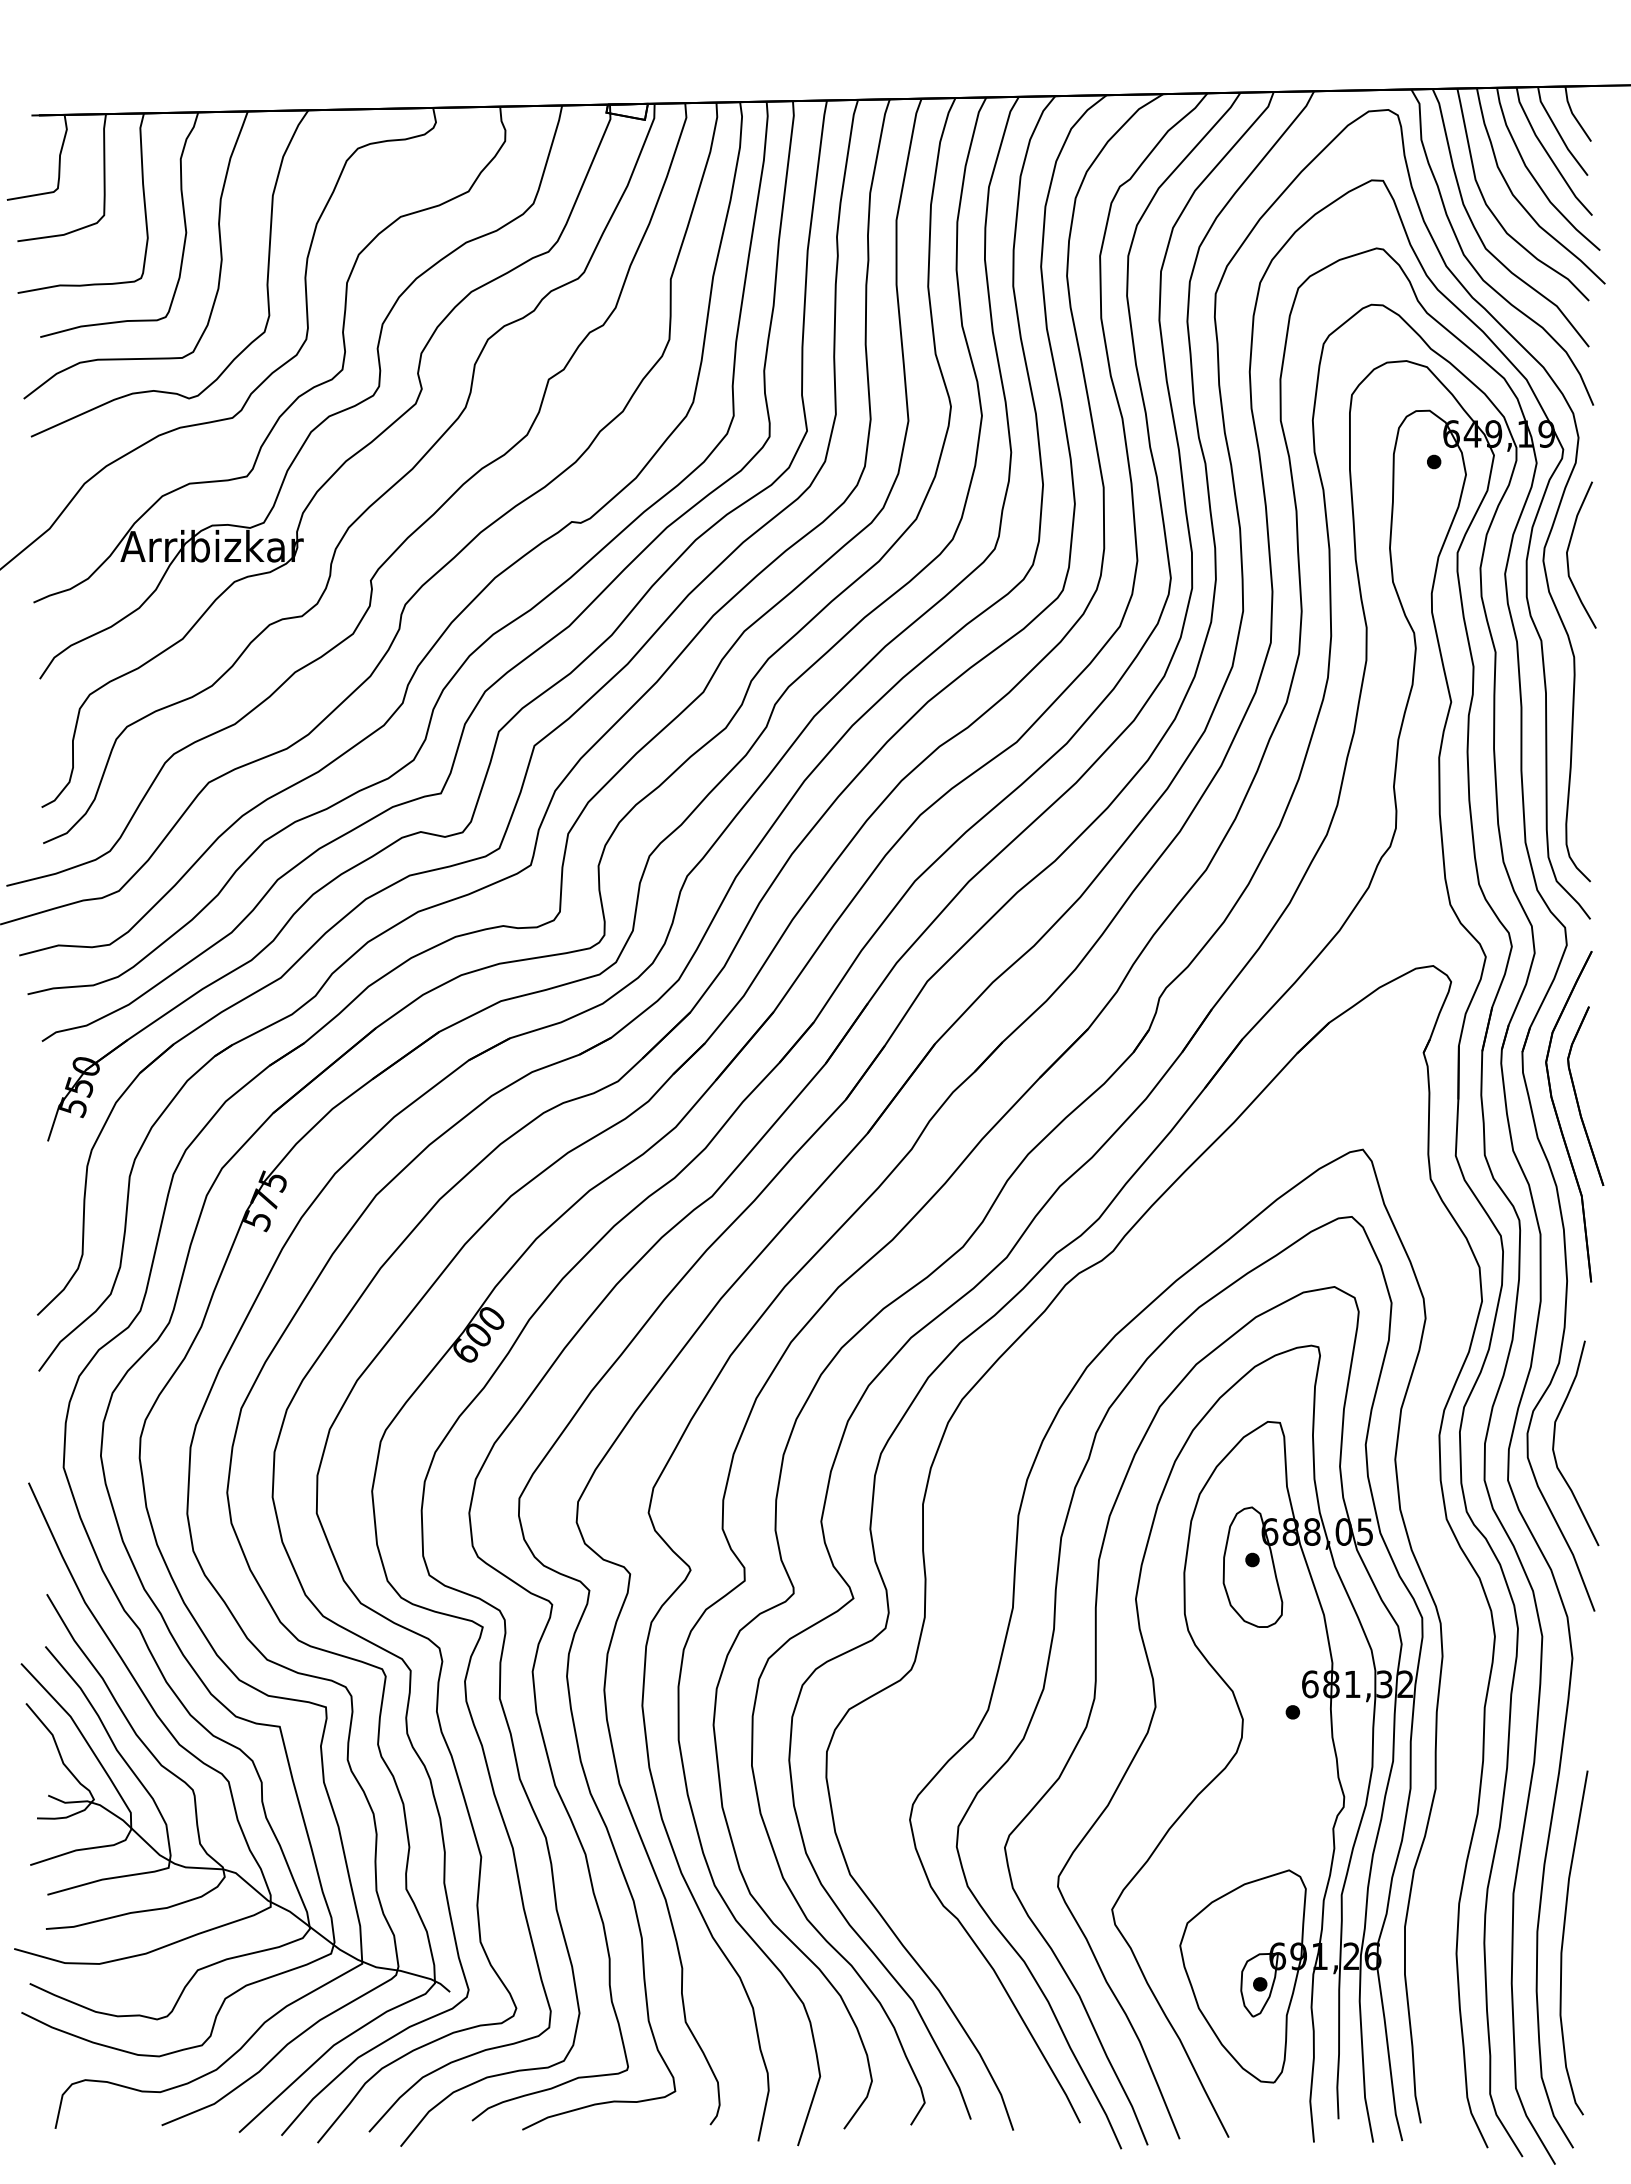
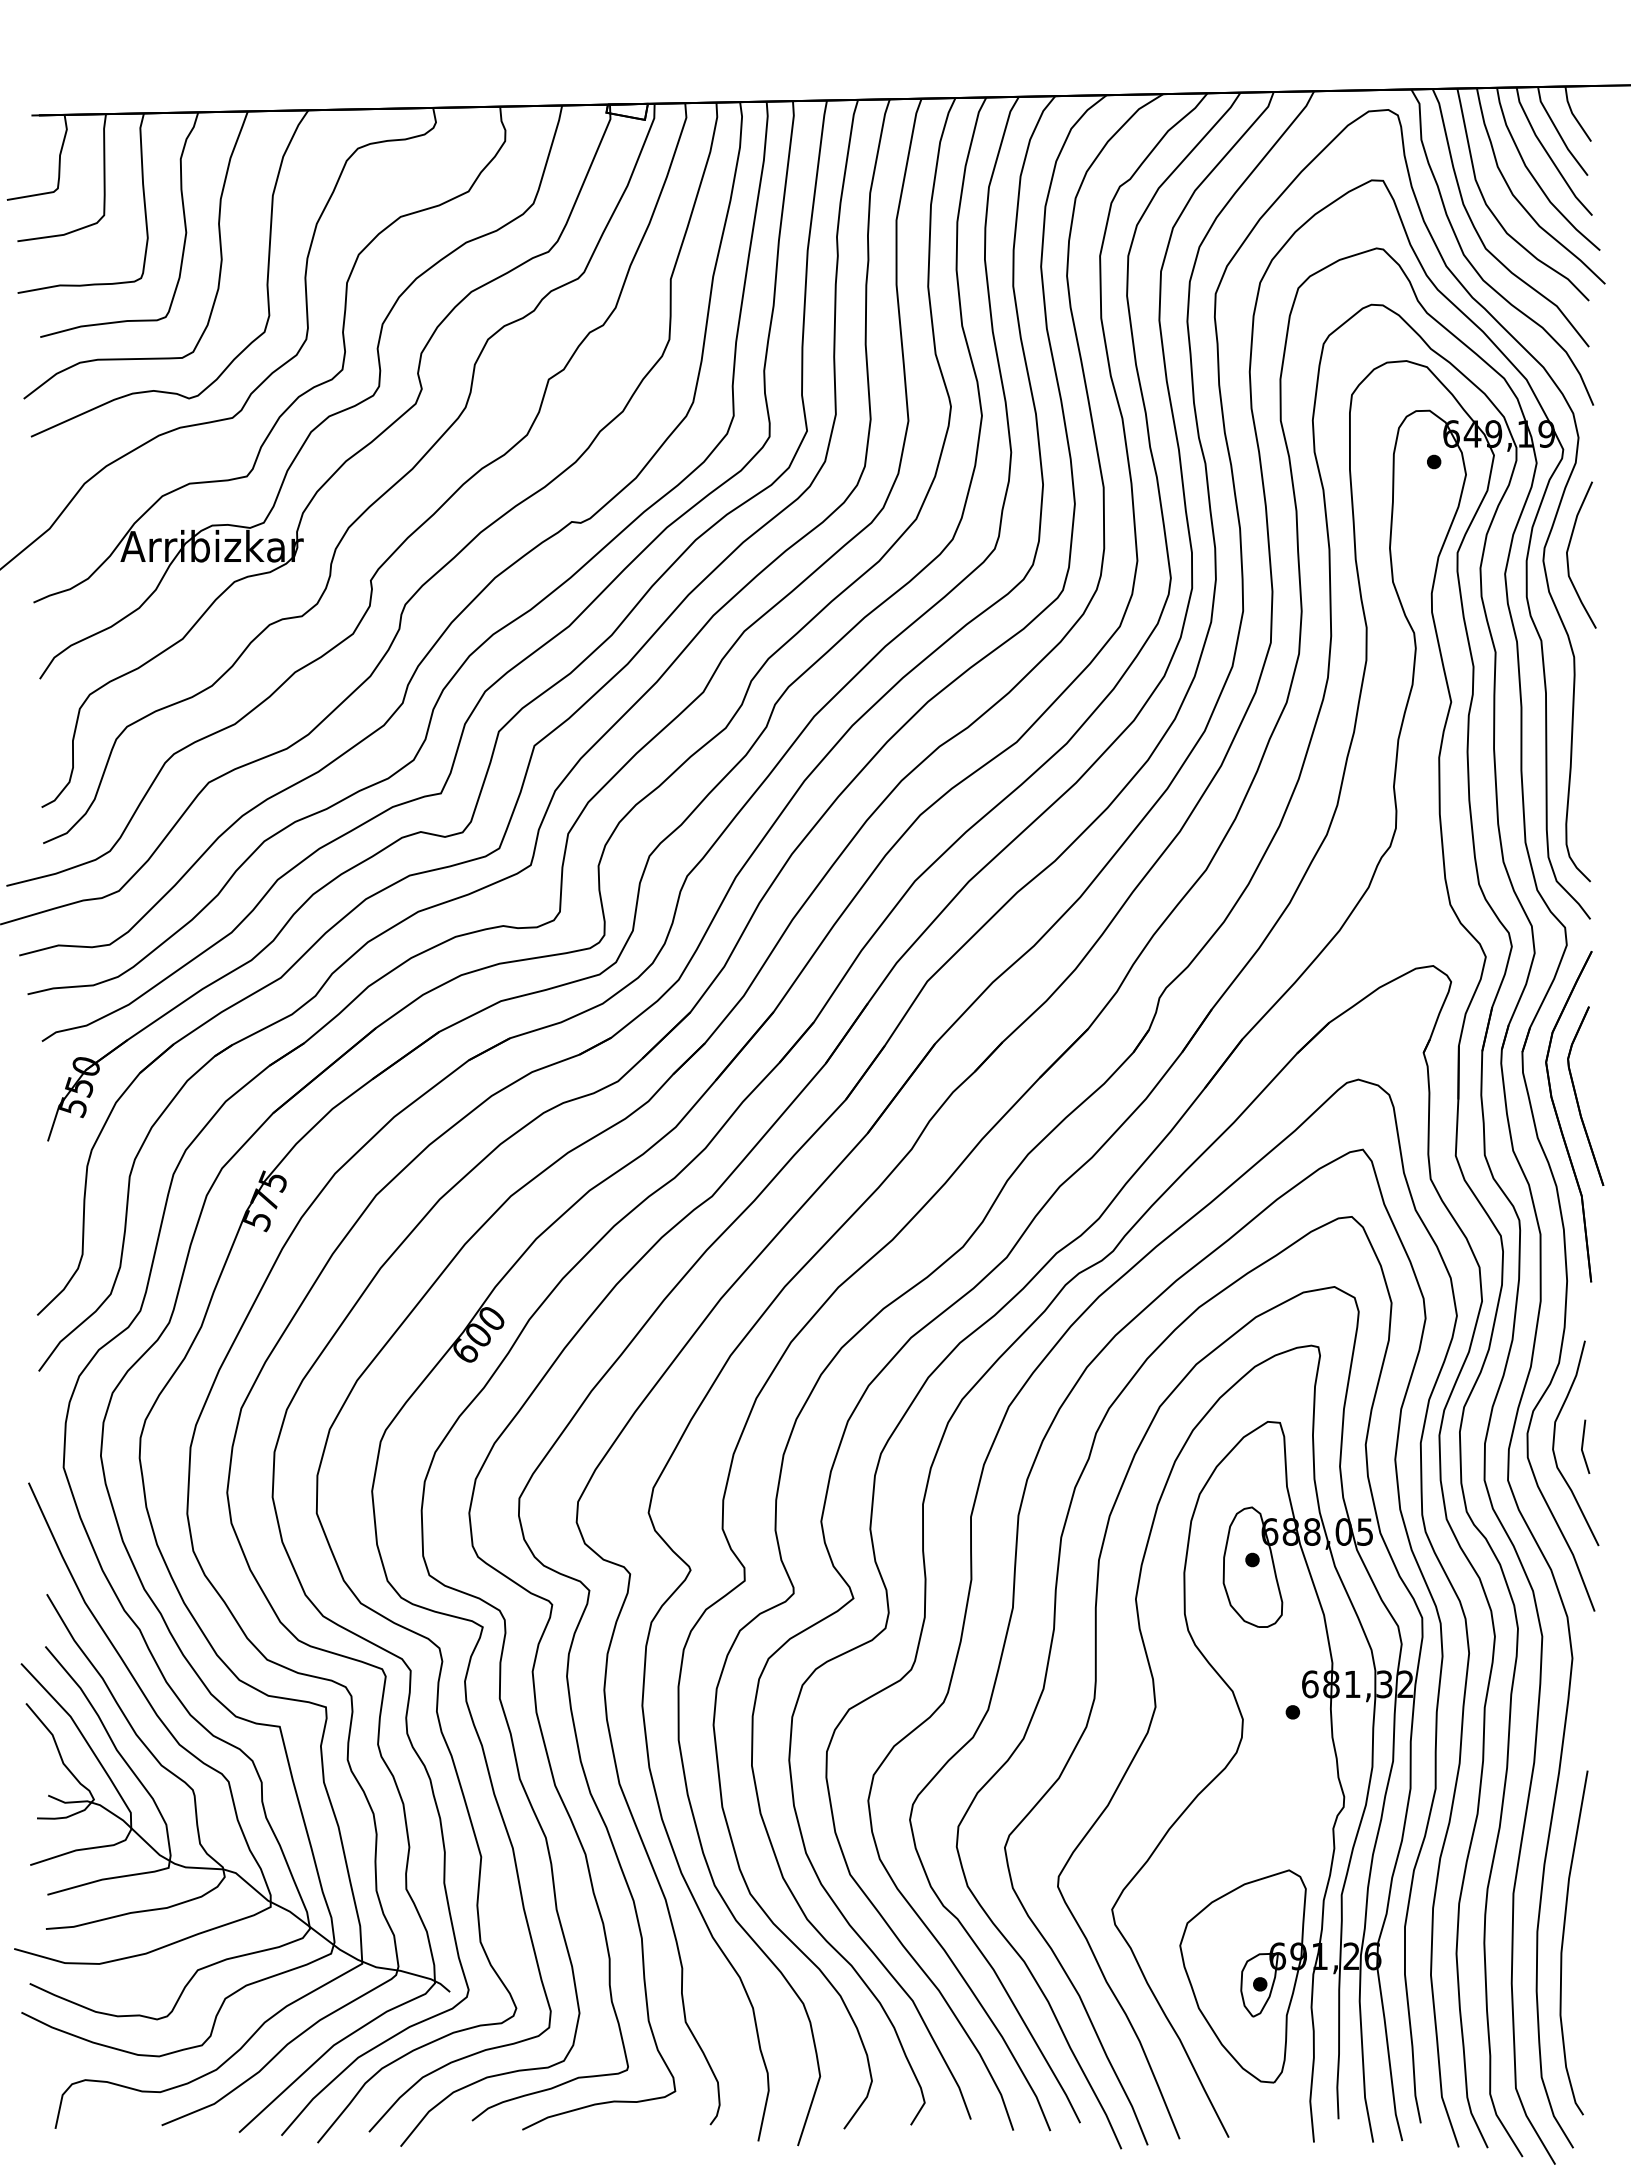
line at (1583, 1446): none -> present
part at (972, 1580): none -> present
